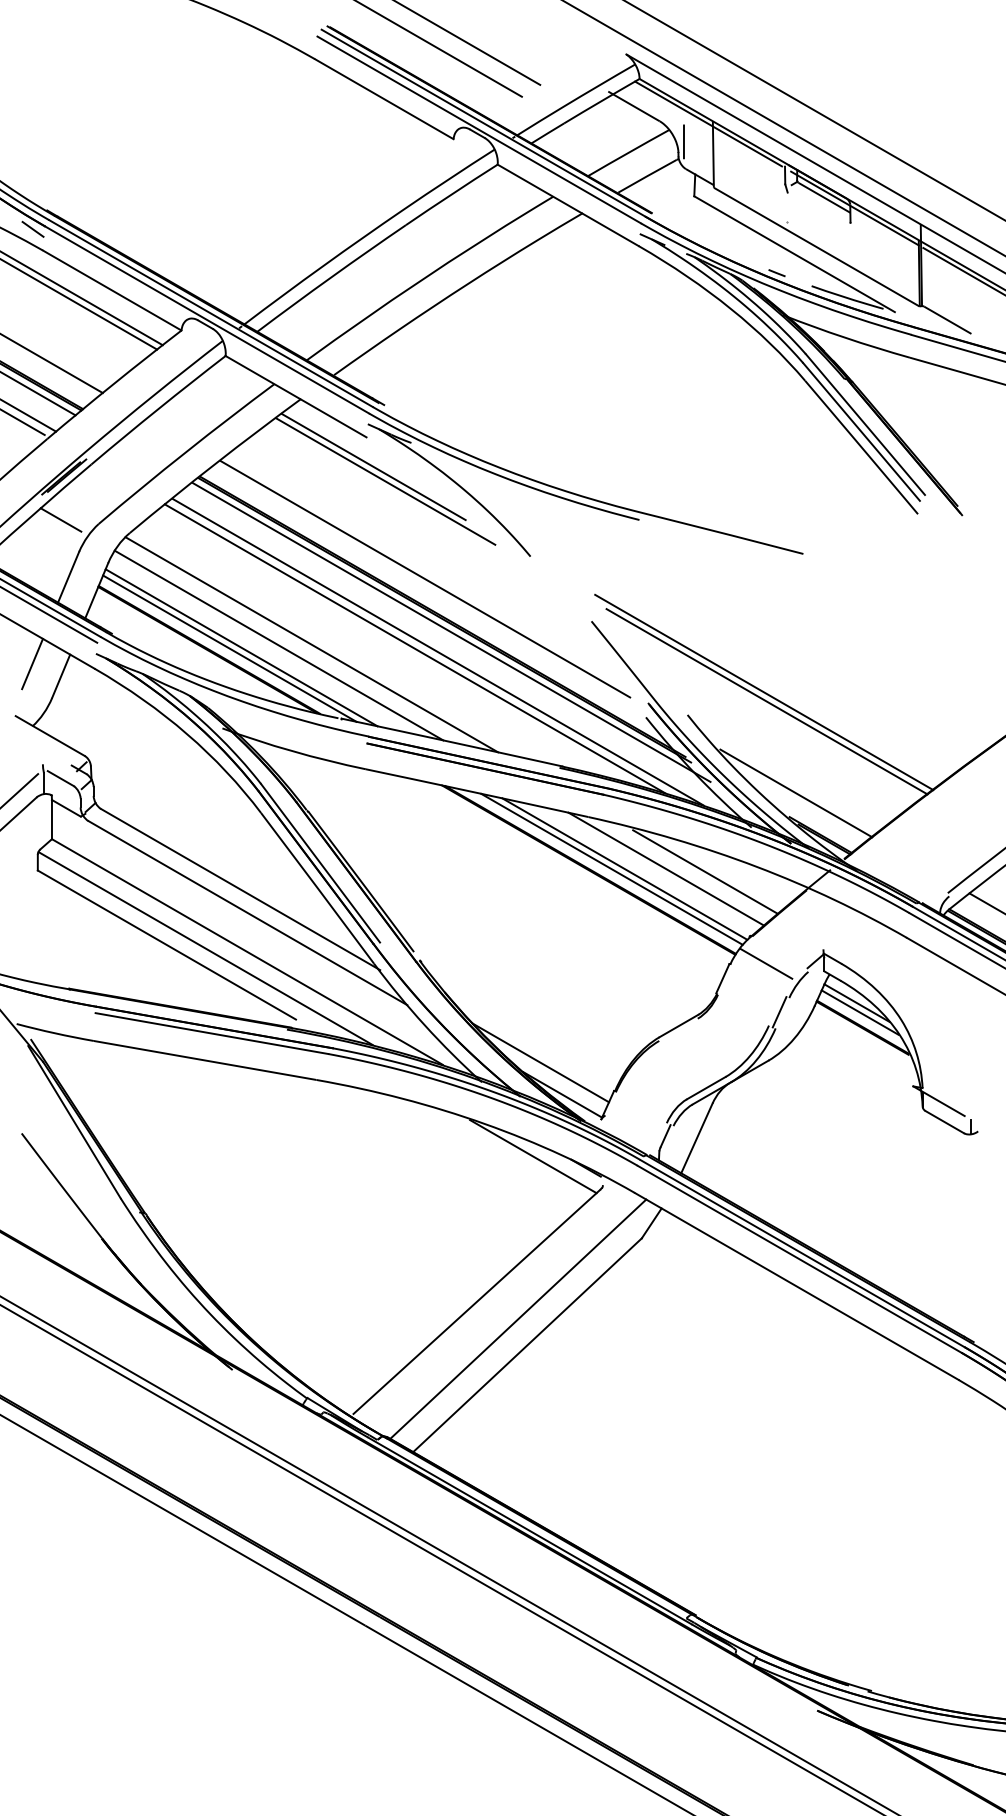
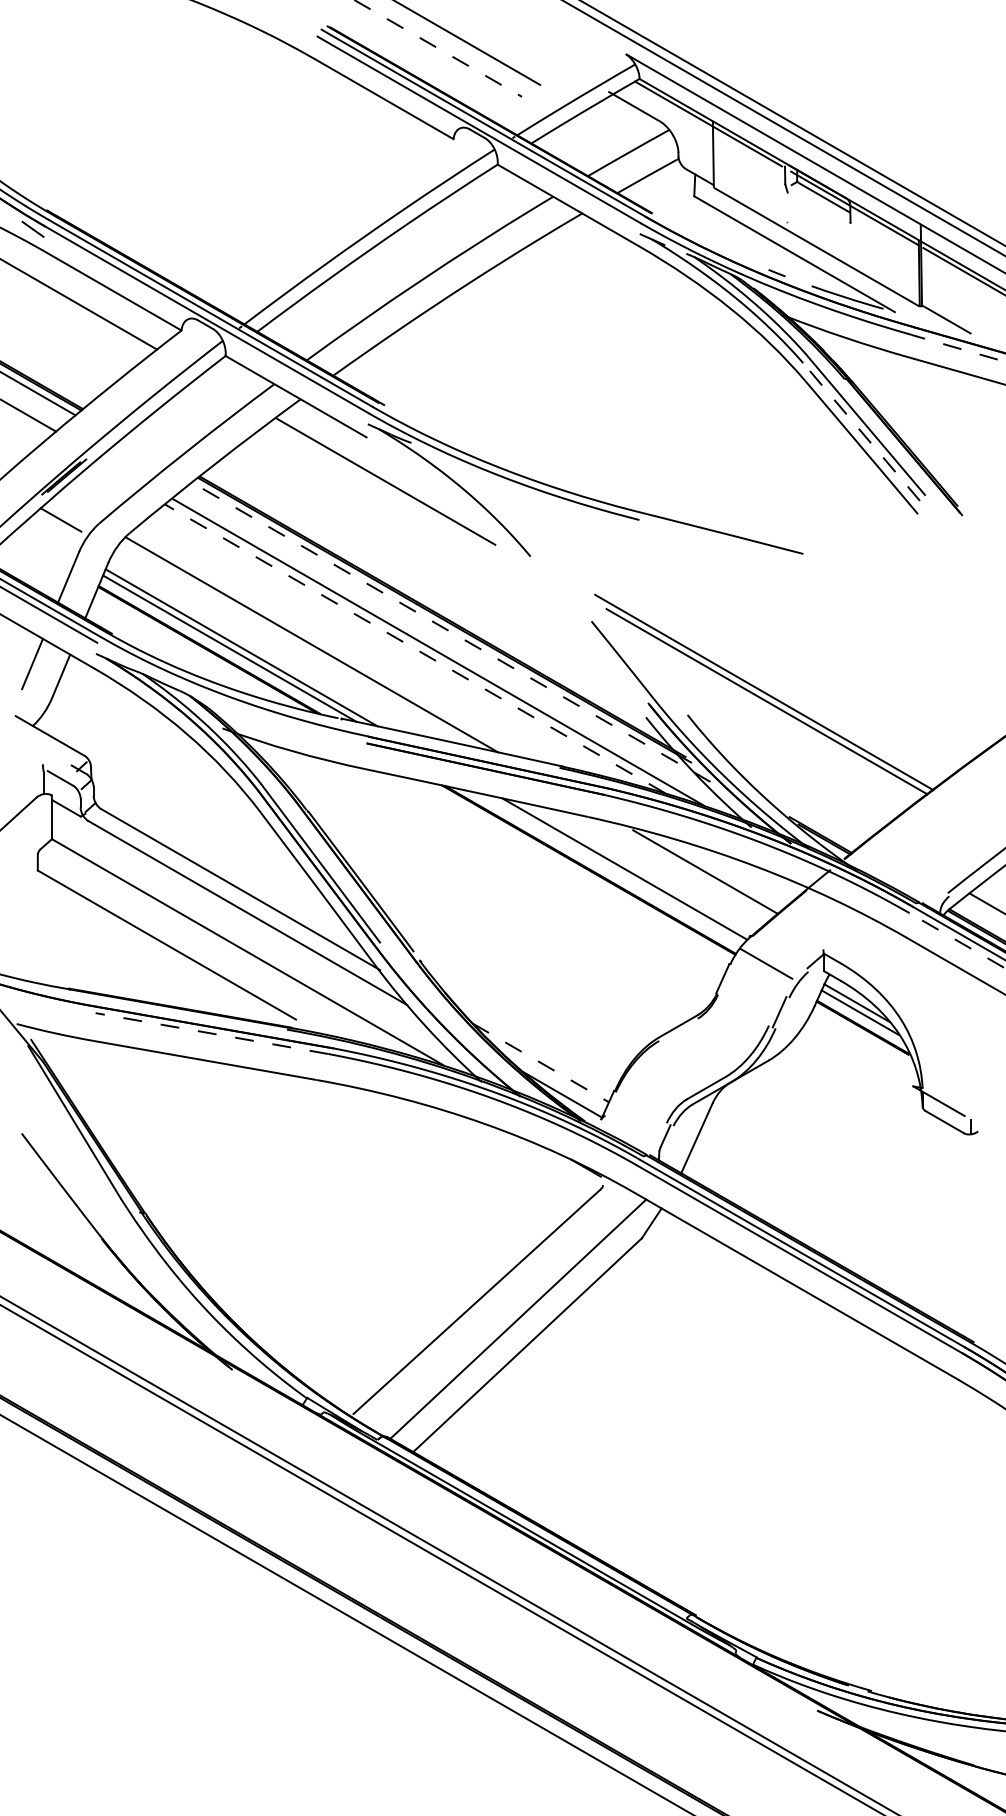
line at (438, 48): solid -> dashed
line at (814, 110) position: (814, 110) -> (792, 123)
line at (683, 141): present -> none
line at (82, 298): present -> none
line at (958, 348): solid -> dashed
line at (52, 364): present -> none
line at (23, 422): present -> none
line at (861, 431): solid -> dashed
line at (373, 466): present -> none
line at (425, 579): present -> none
line at (451, 632): solid -> dashed
line at (278, 645): present -> none
line at (415, 648): solid -> dashed
line at (20, 790): present -> none
line at (796, 793): present -> none
line at (611, 868): present -> none
line at (666, 868): present -> none
line at (957, 940): solid -> dashed
line at (205, 948): present -> none
line at (211, 1033): solid -> dashed
line at (540, 1062): solid -> dashed
line at (533, 1156): present -> none
